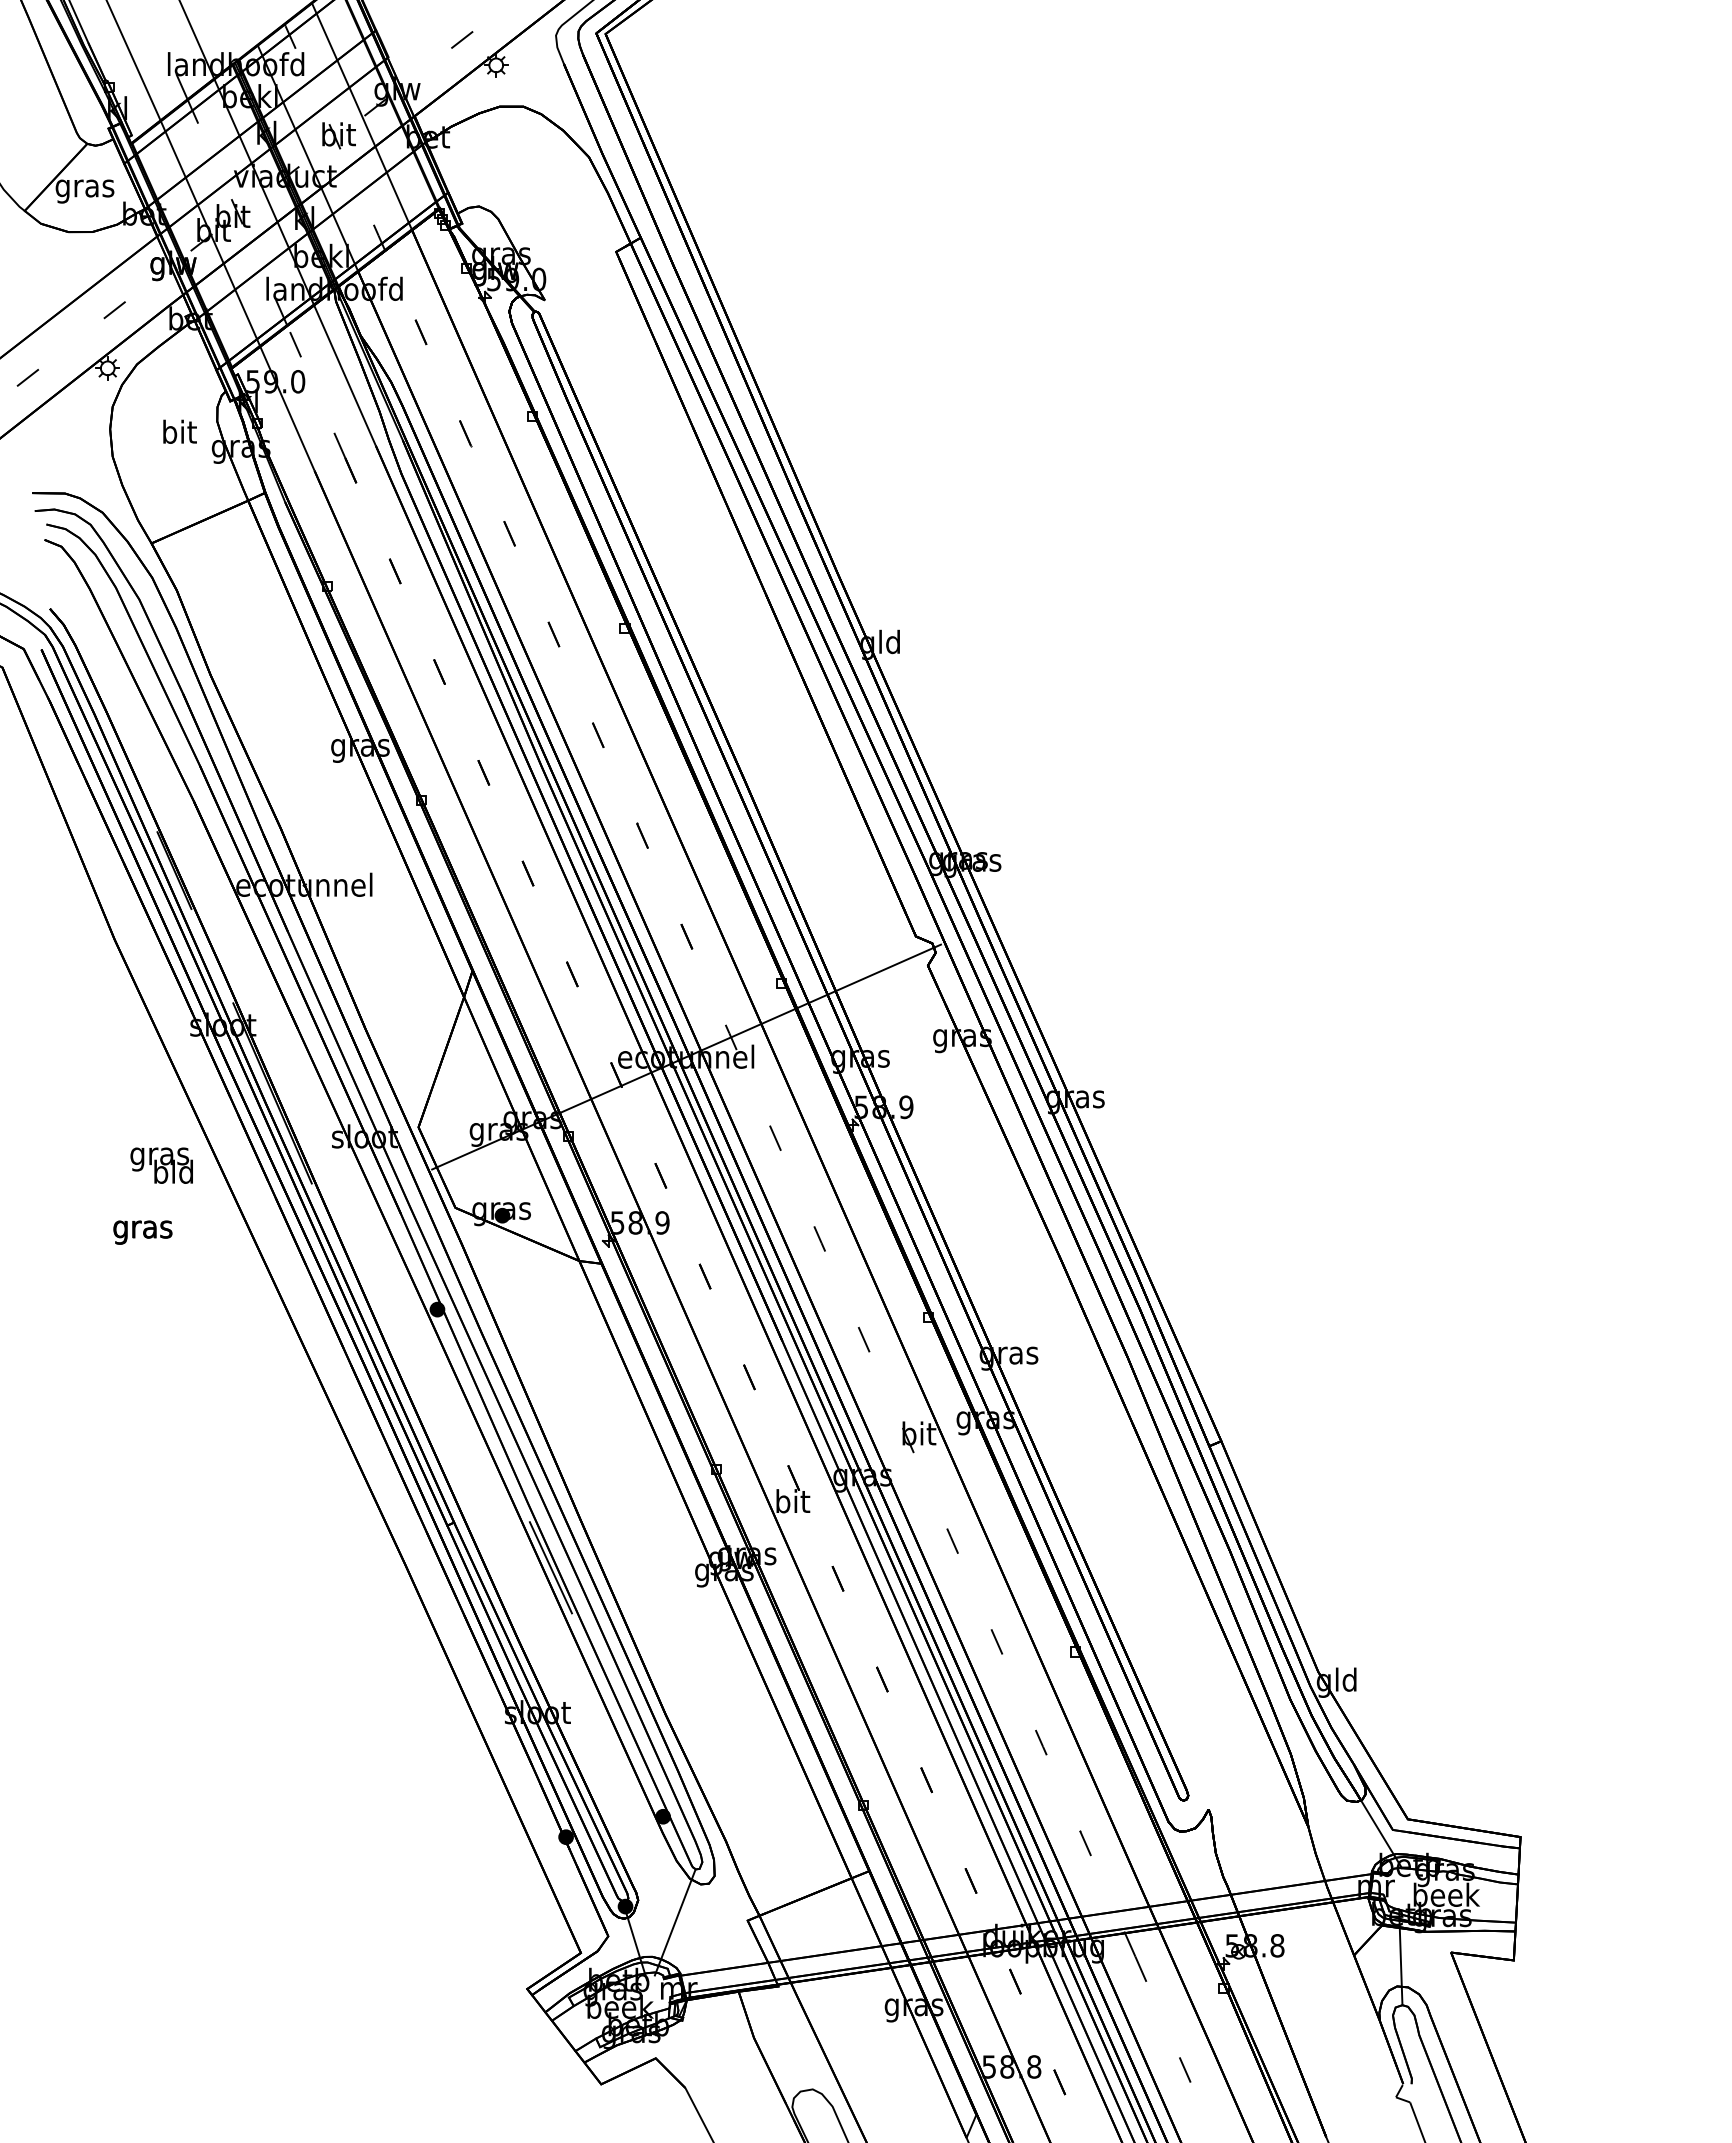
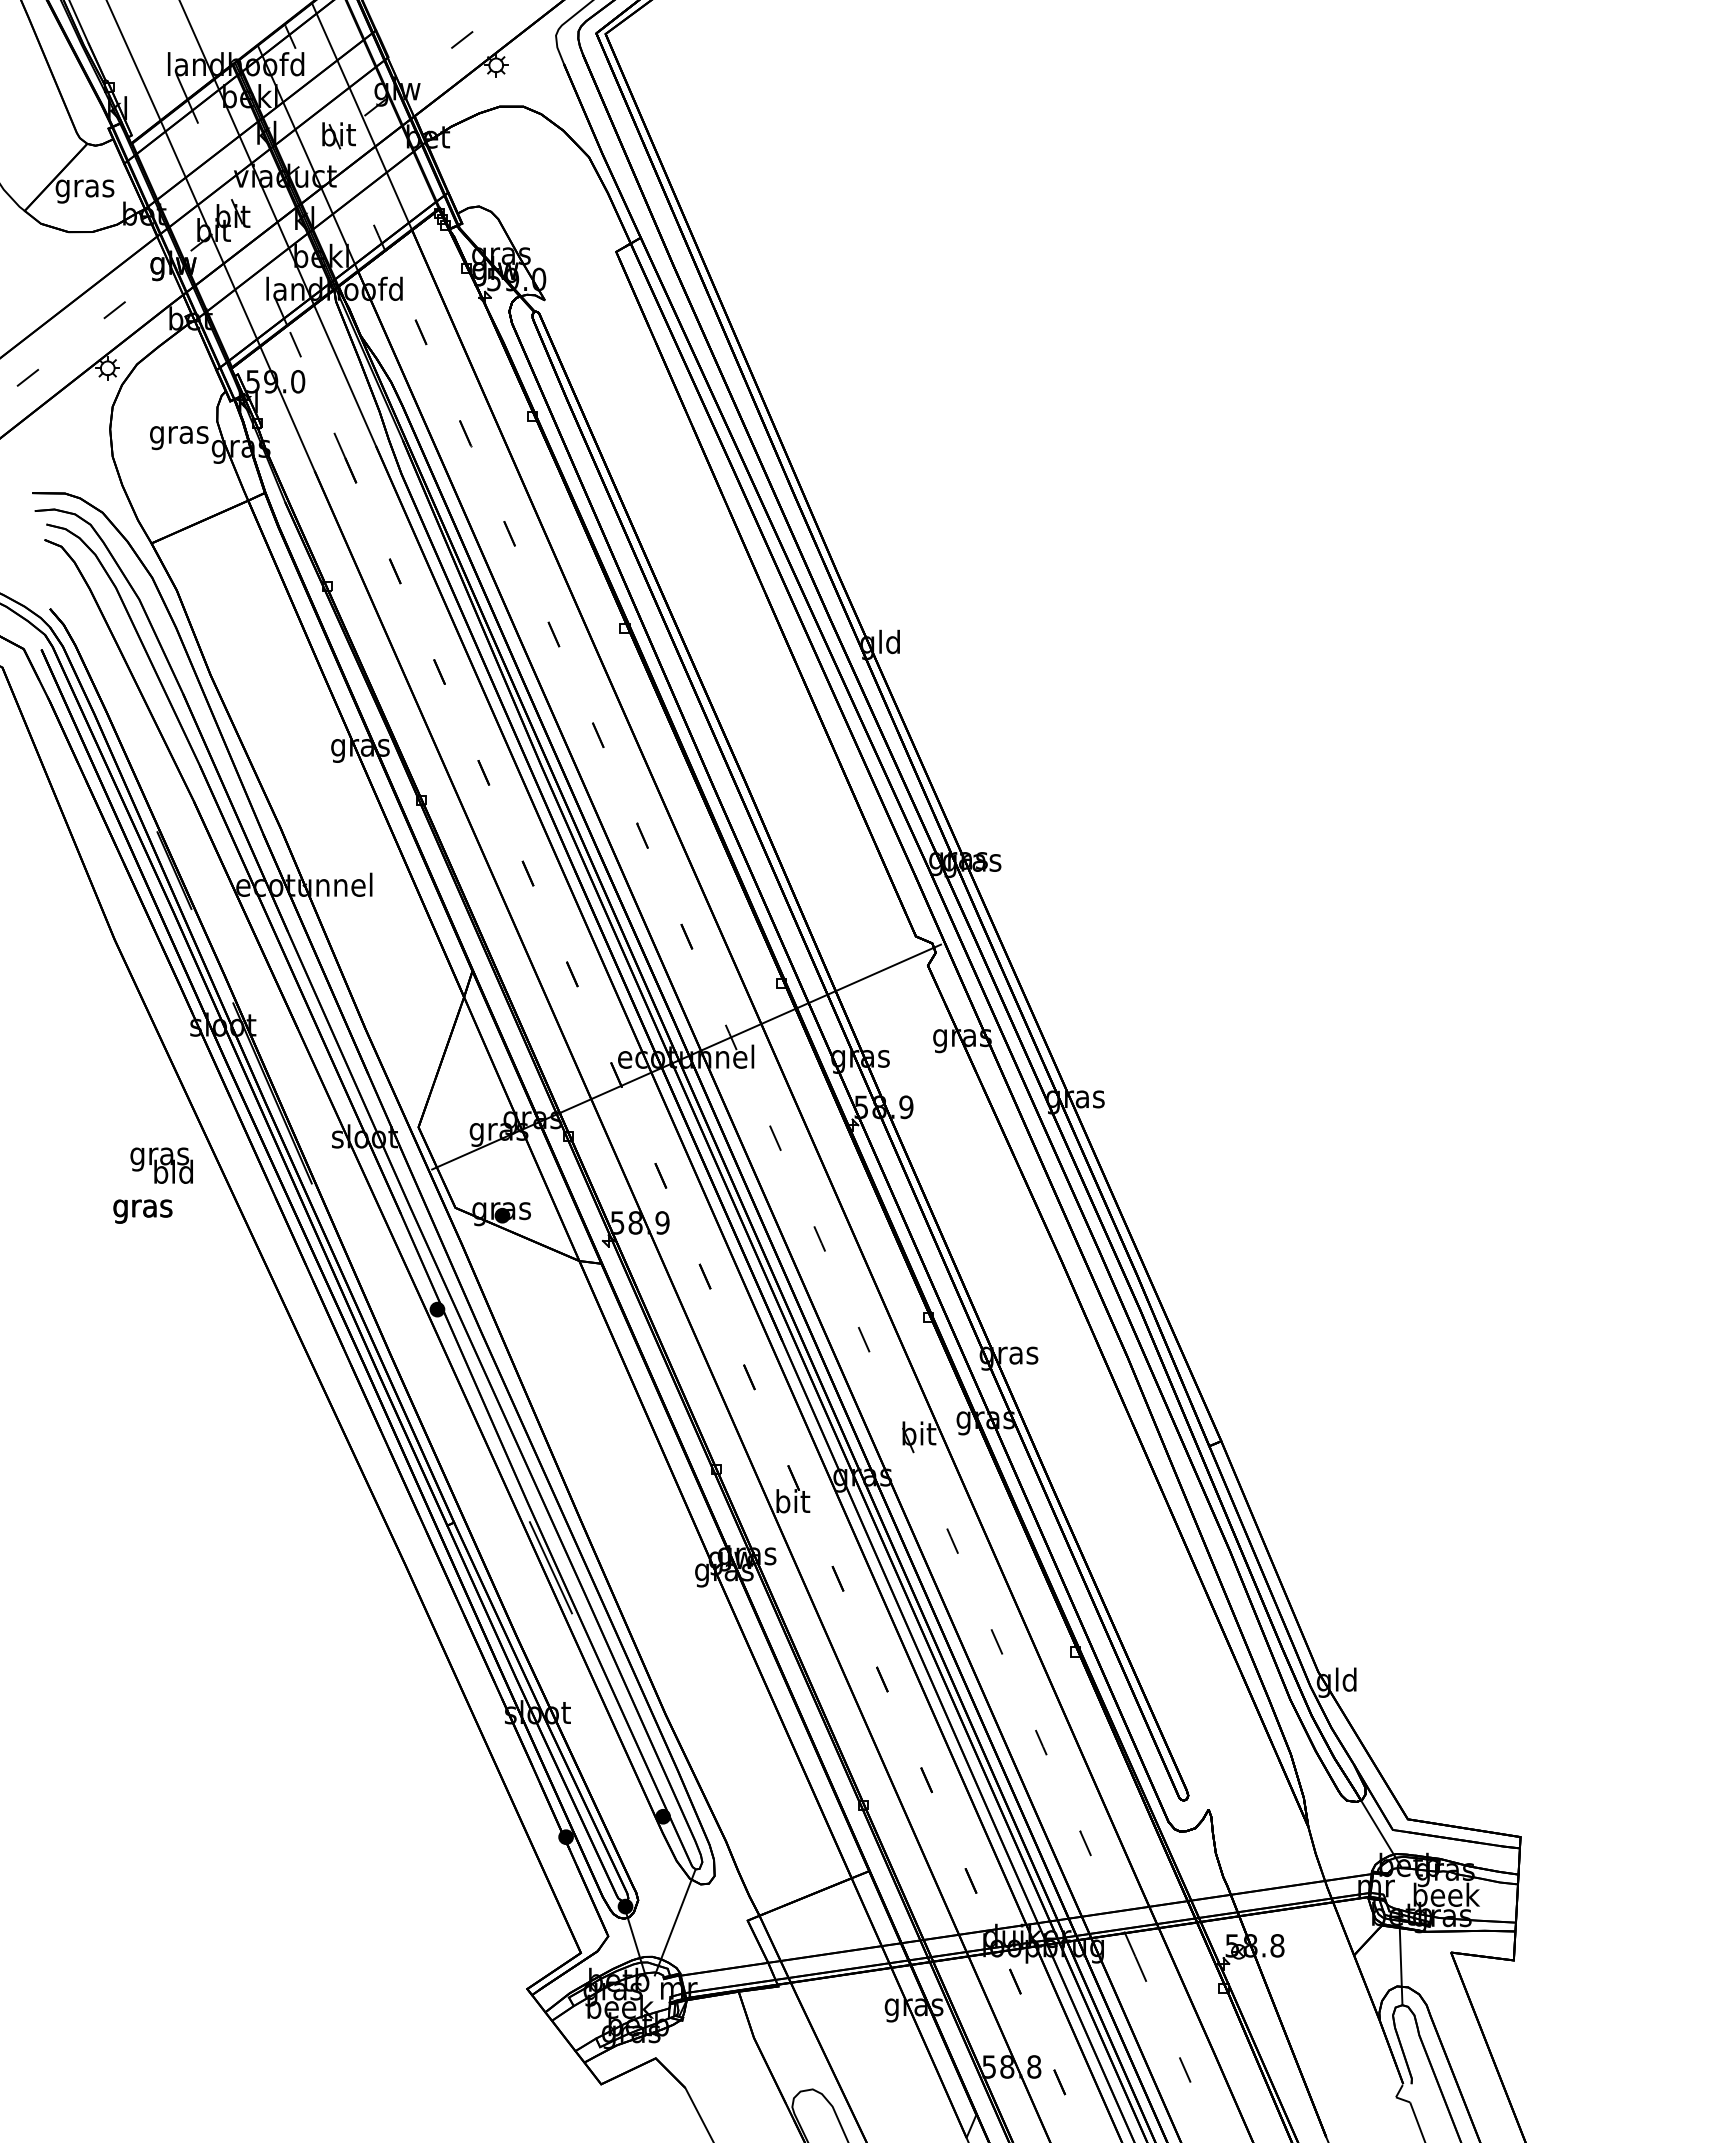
text at (179, 434): bit -> gras
text at (142, 1232) position: (142, 1232) -> (142, 1211)
